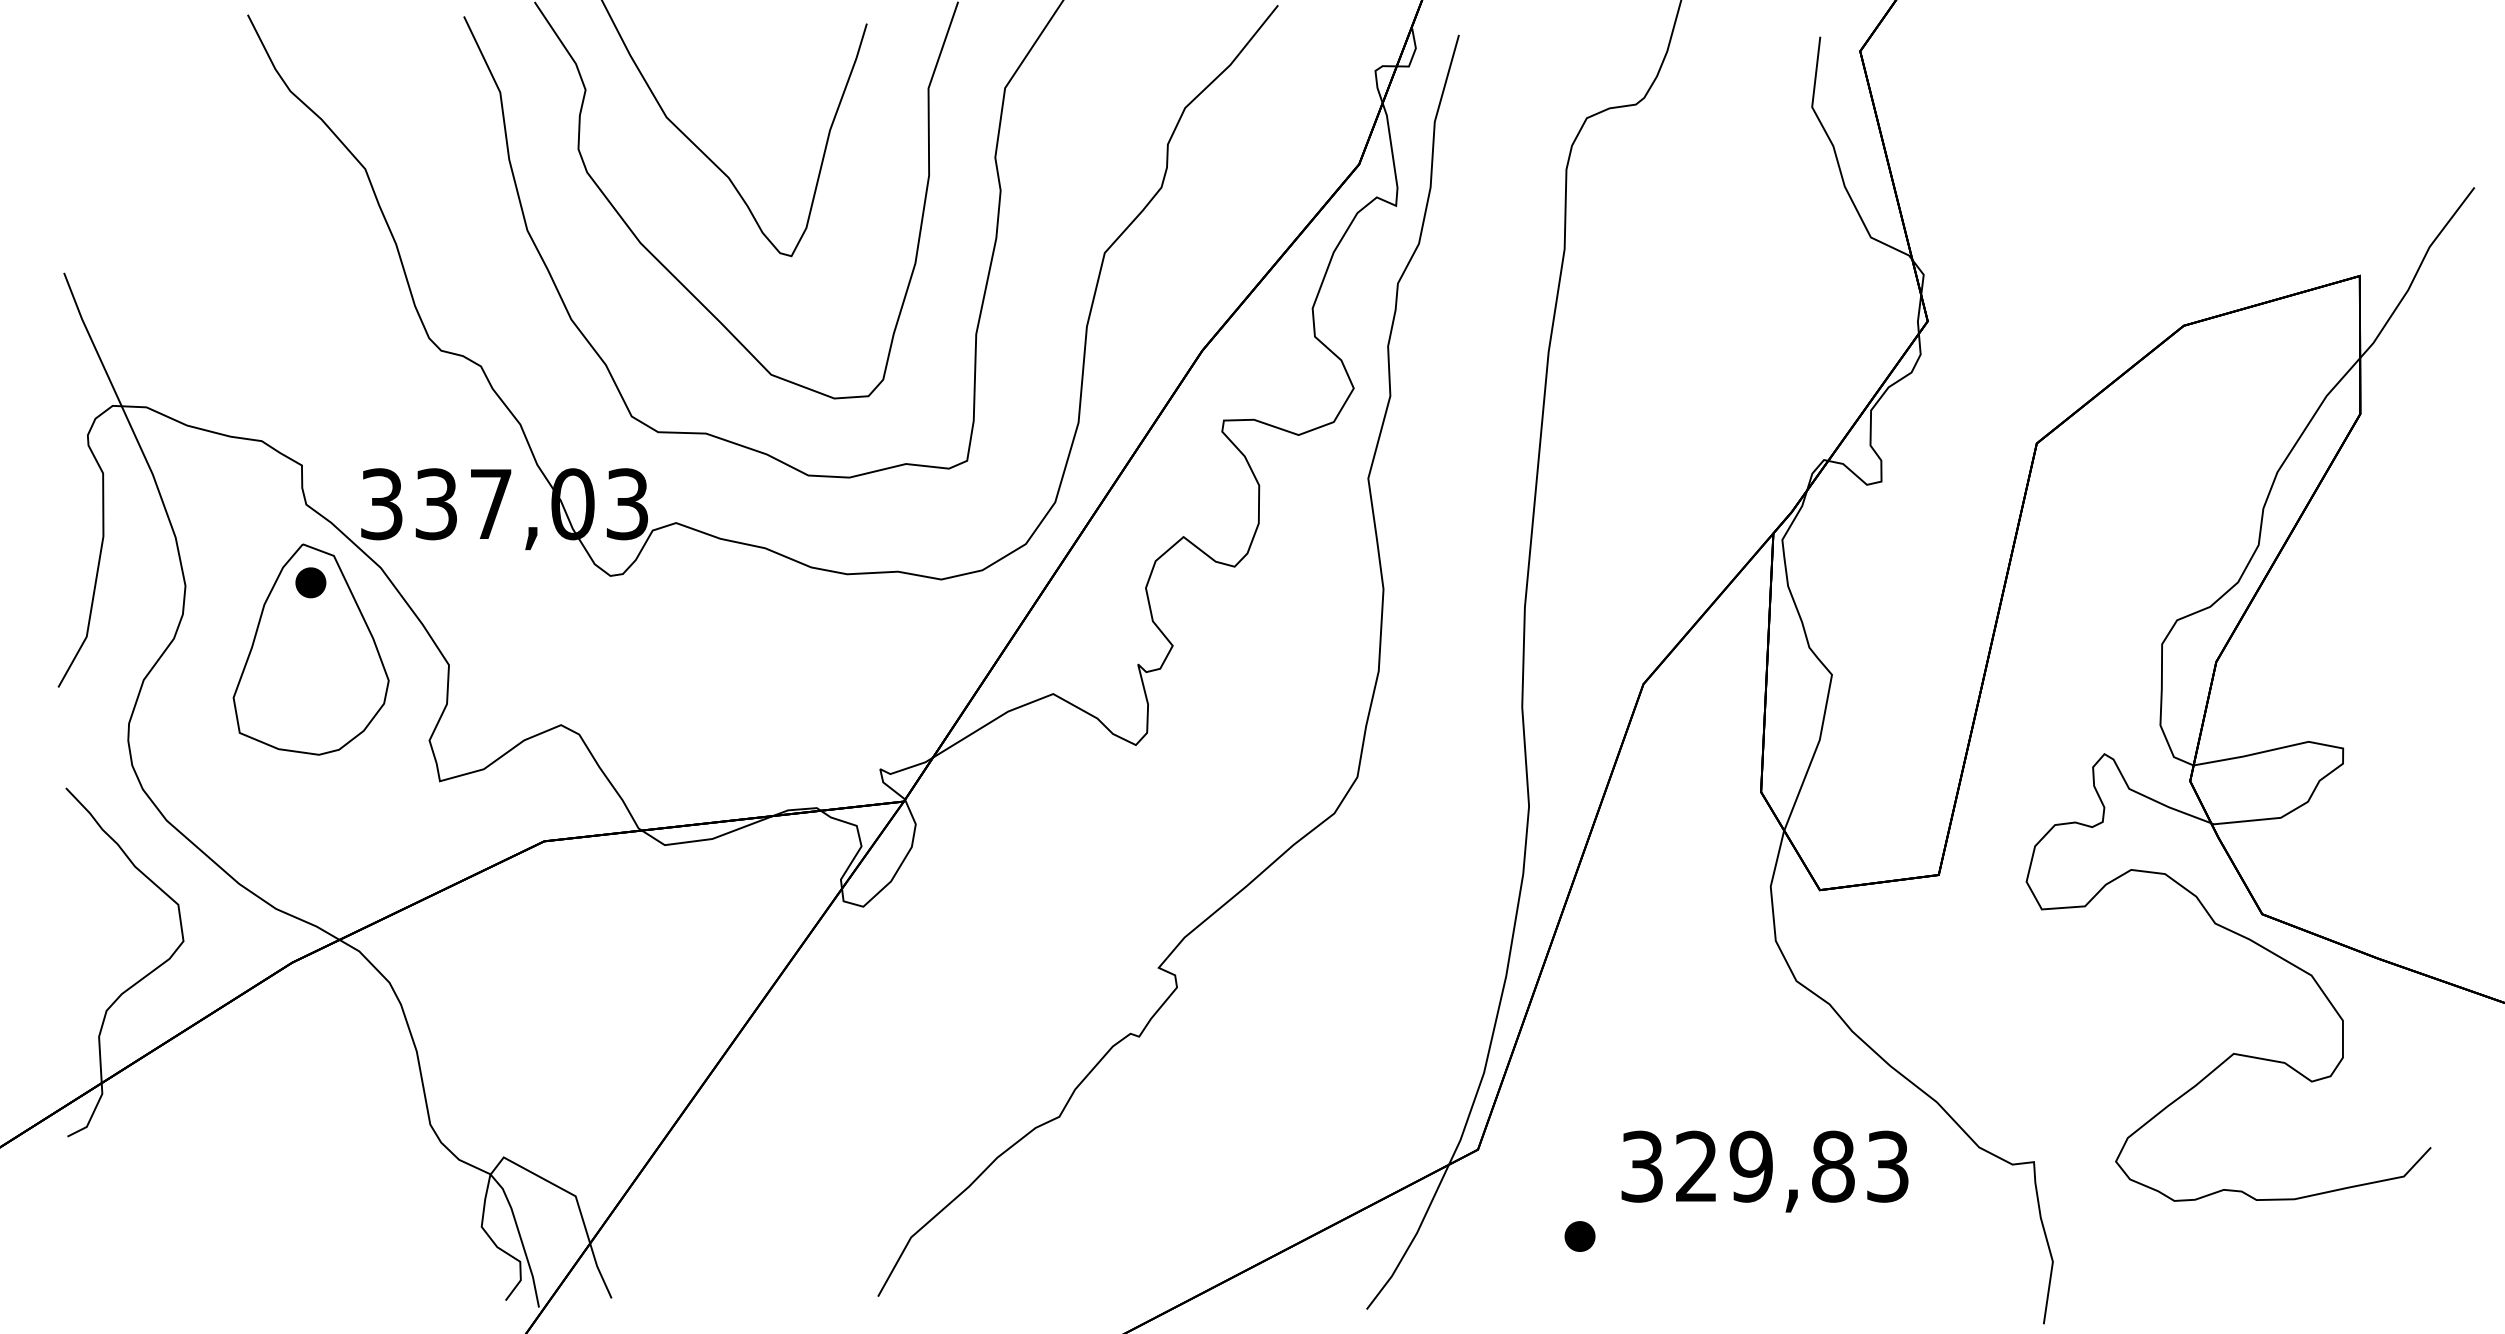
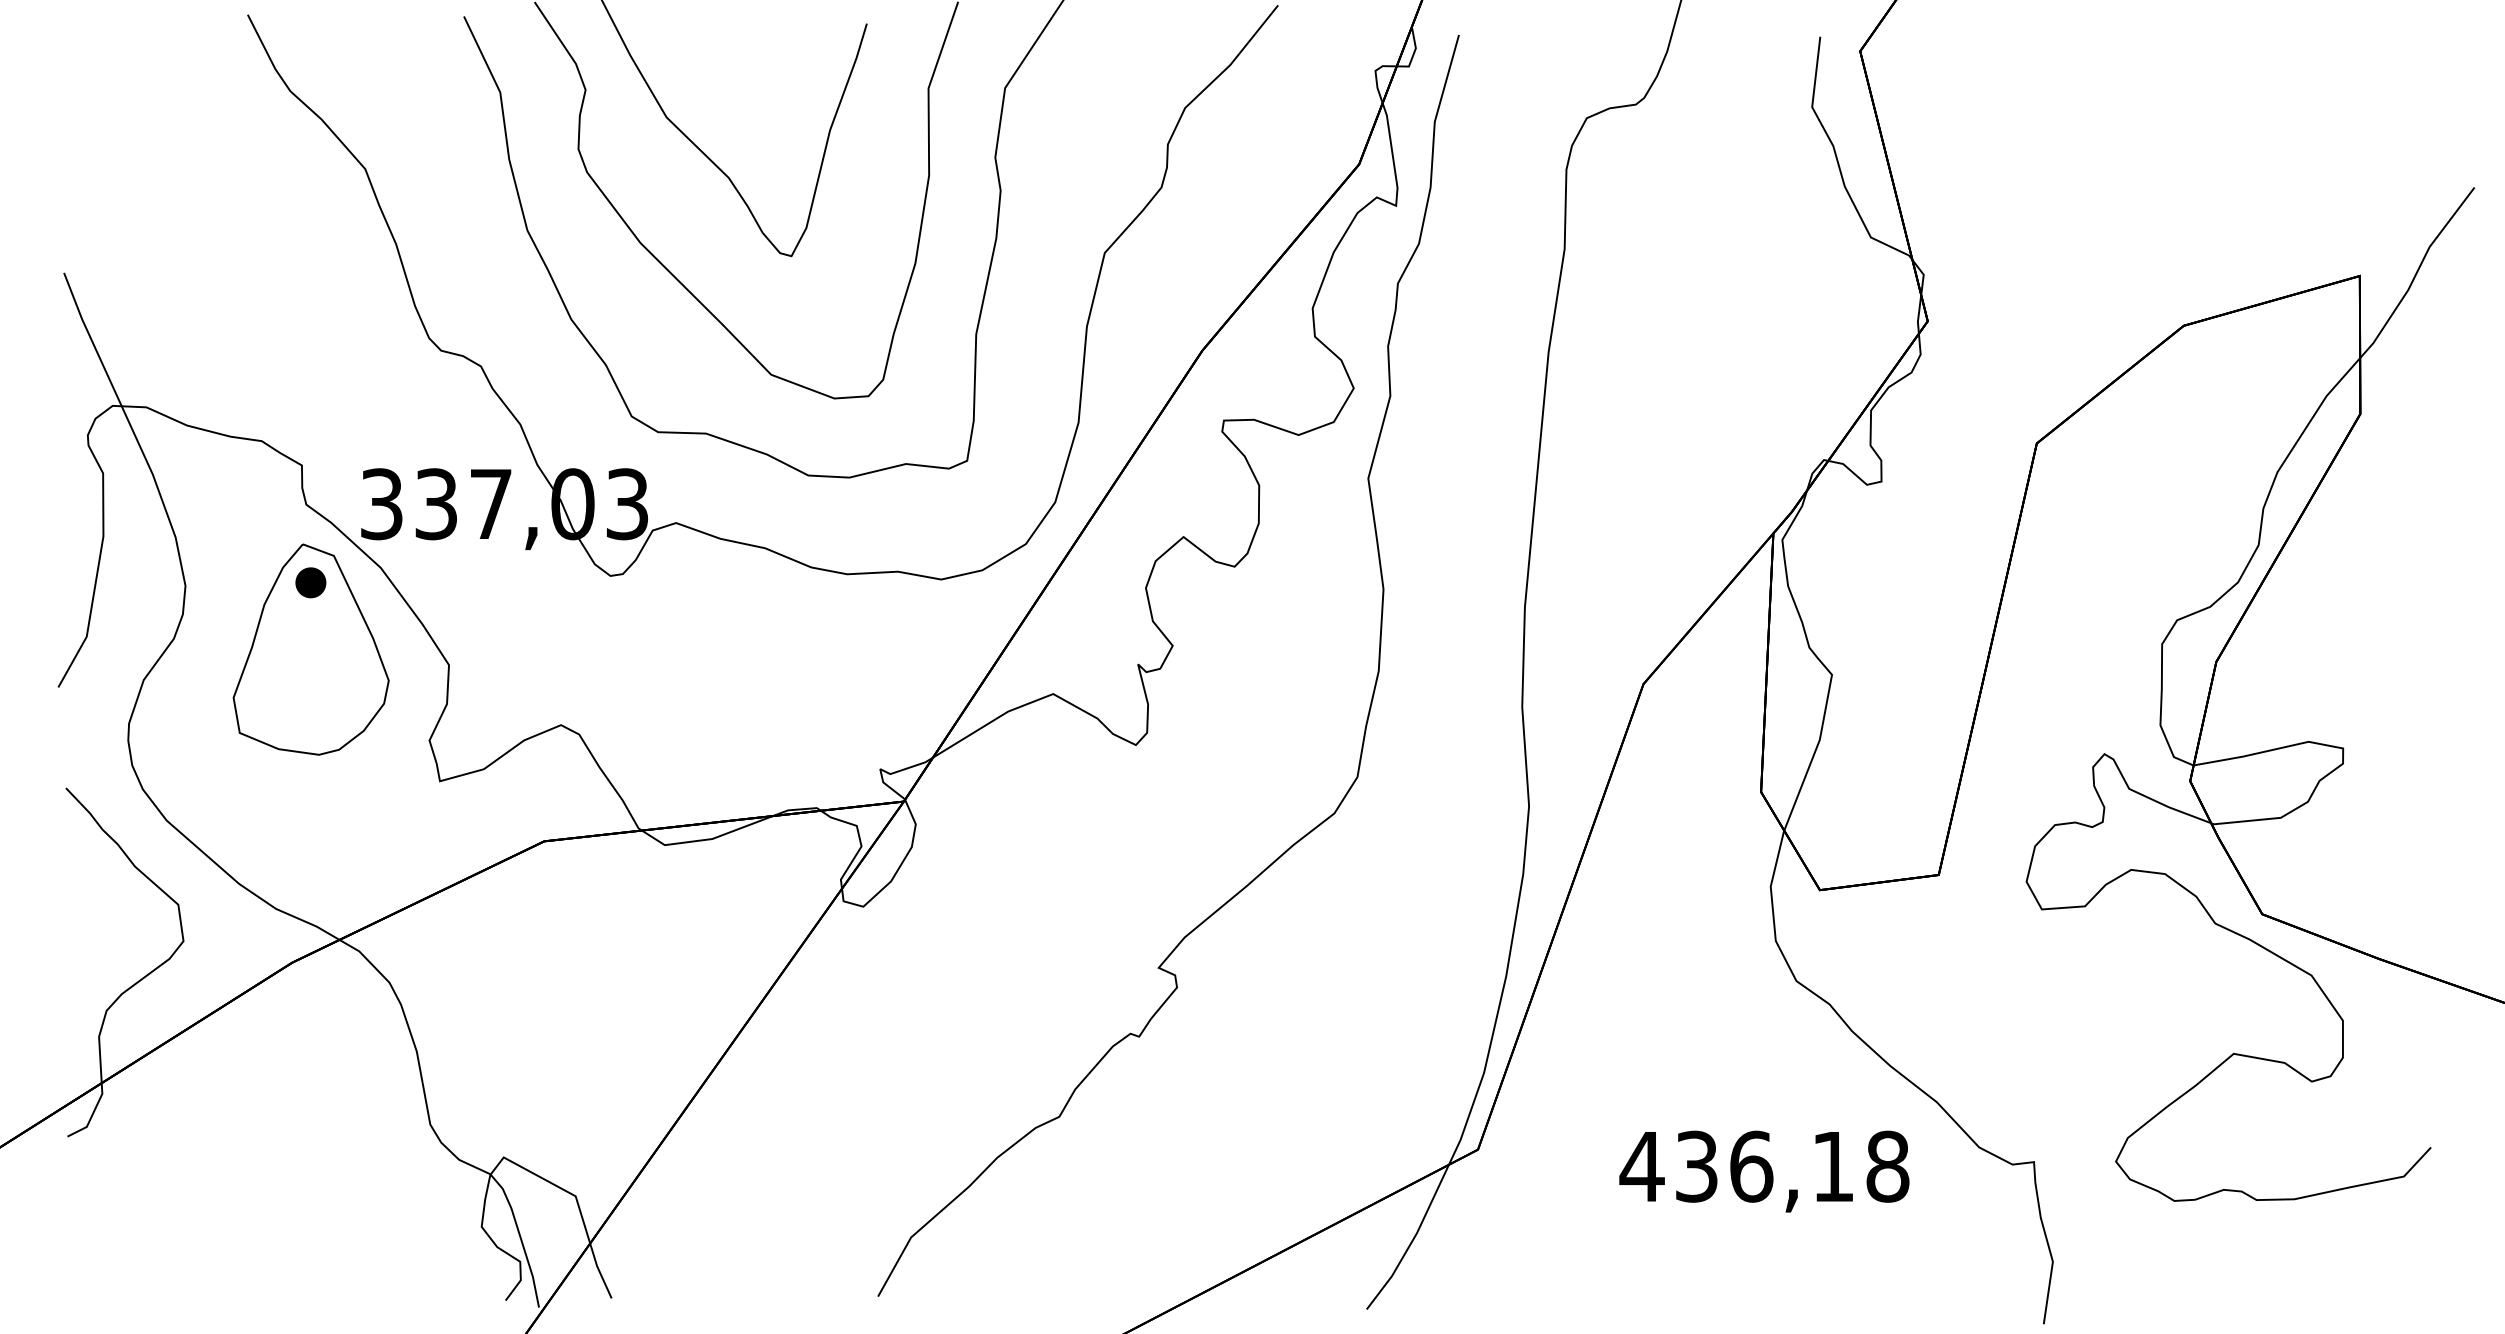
text at (1764, 1166): 329,83 -> 436,18
part at (1579, 1236): present -> none
